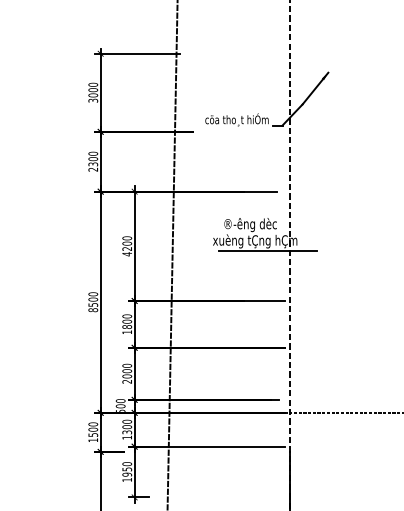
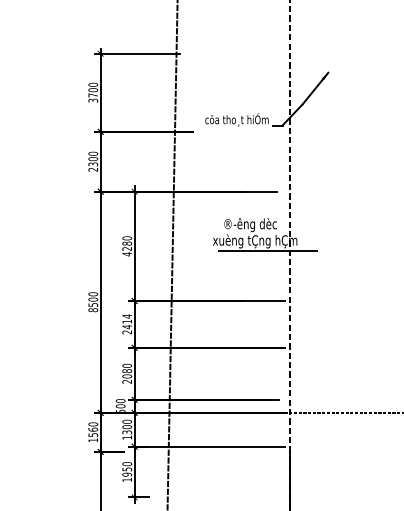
text at (93, 95): 3000 -> 3700
text at (126, 243): 4200 -> 4280
text at (127, 324): 1800 -> 2414
text at (126, 371): 2000 -> 2080
text at (92, 429): 1500 -> 1560
